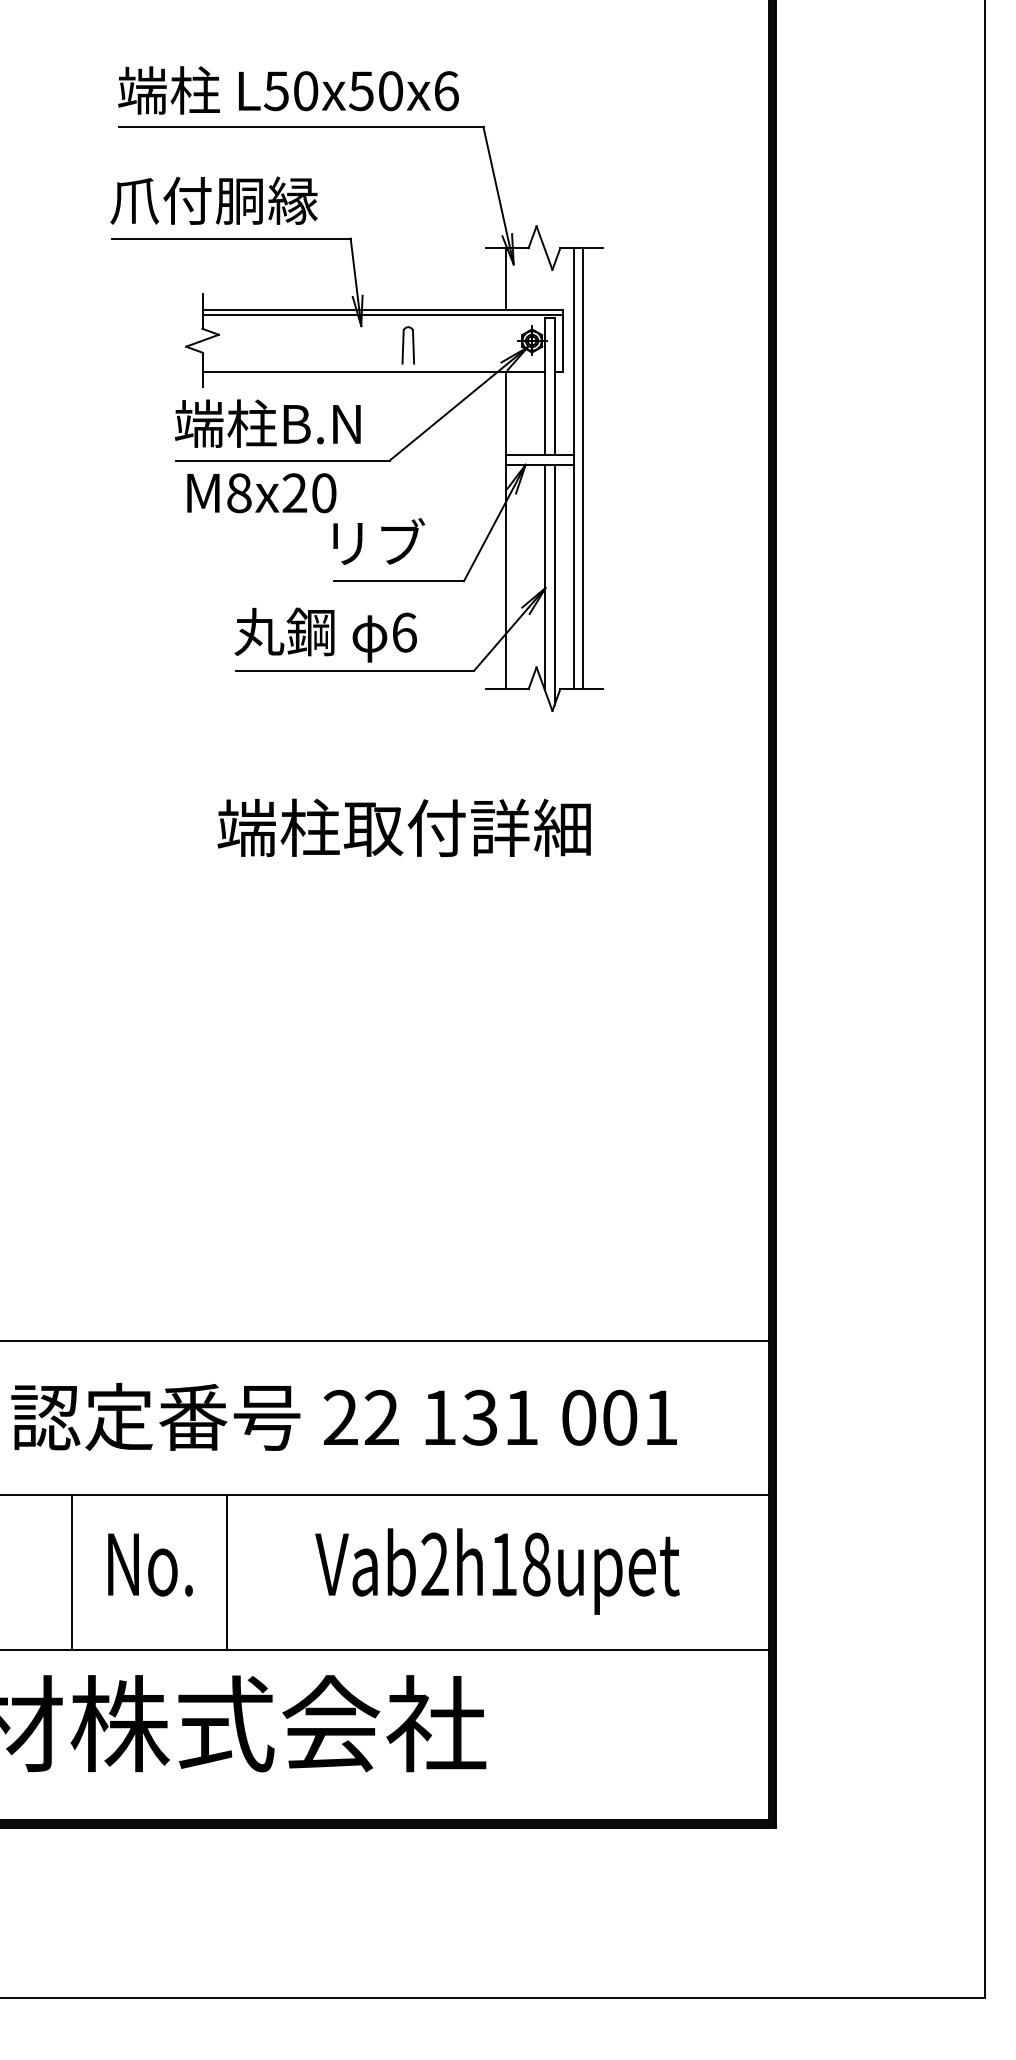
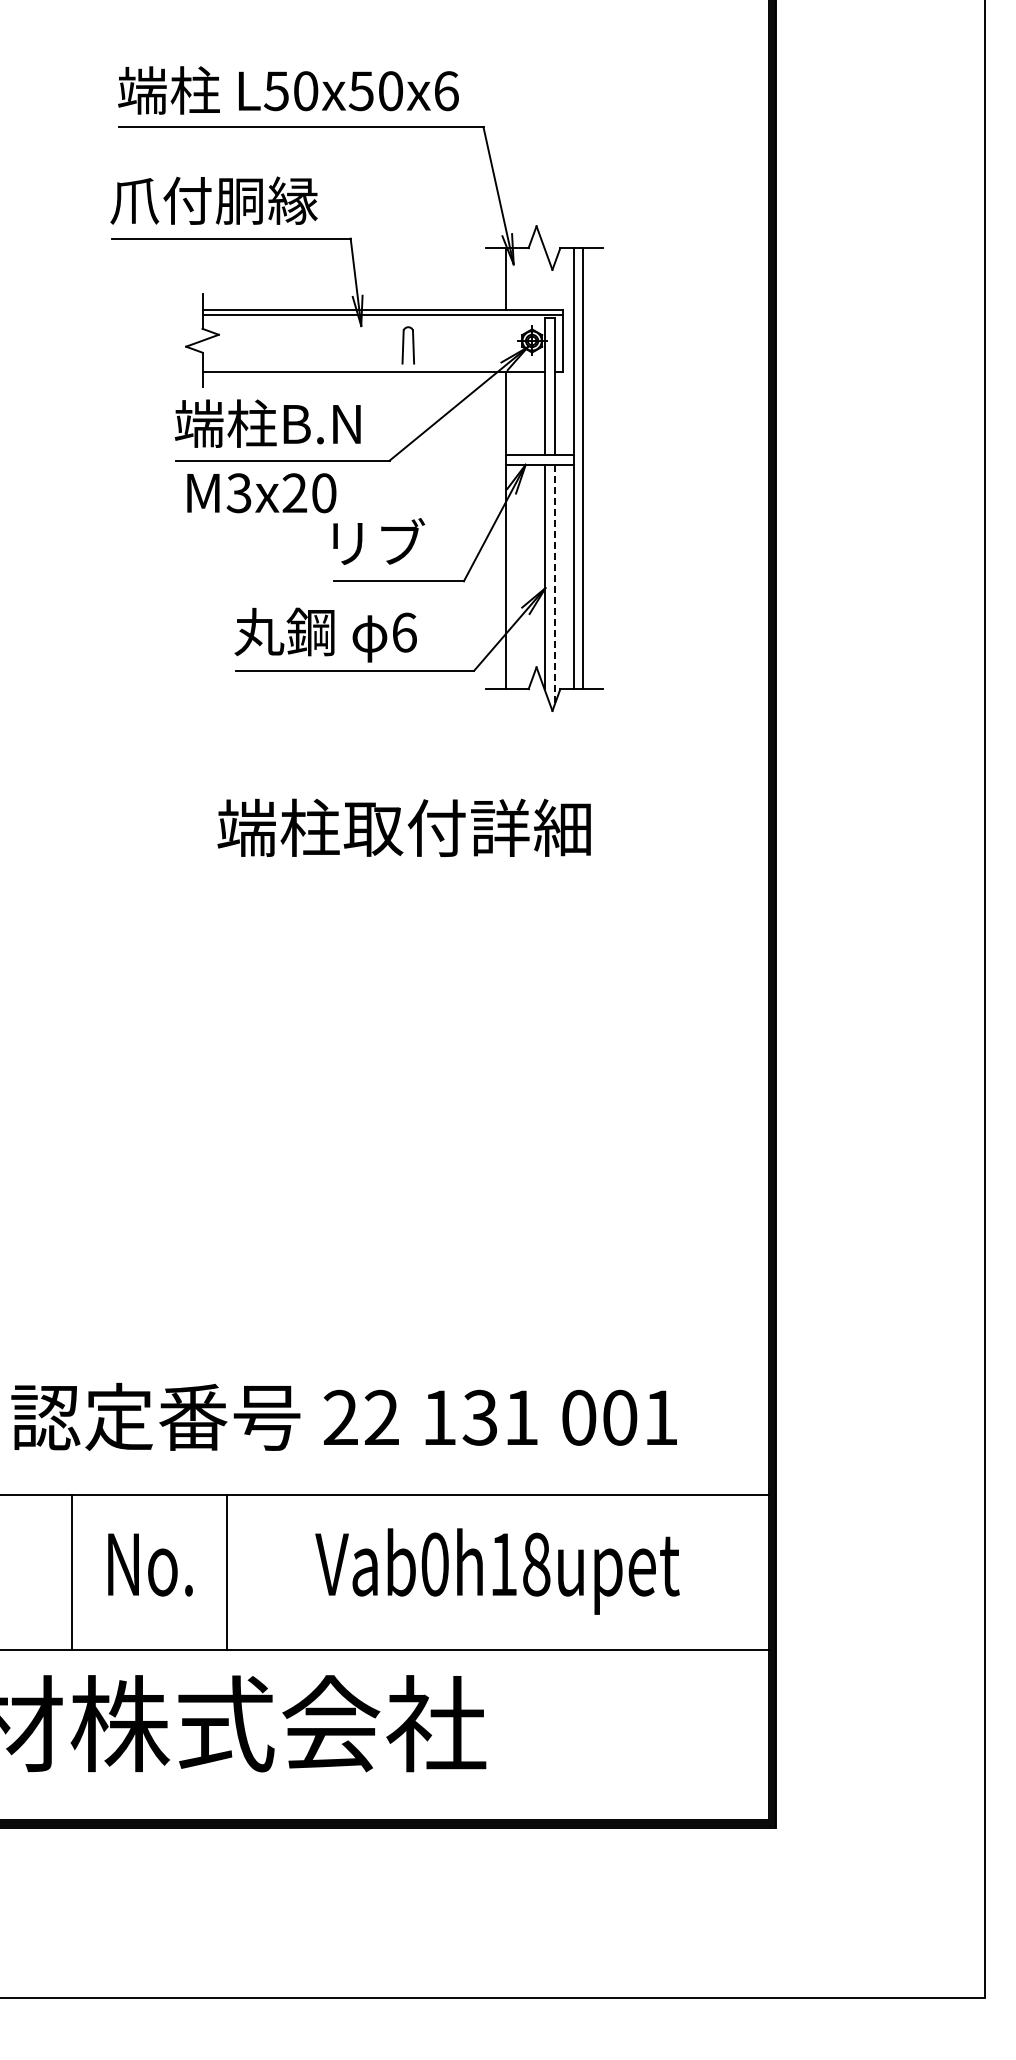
text at (238, 493): M8x20 -> M3x20
line at (554, 584): solid -> dashed
line at (385, 1340): present -> none
text at (434, 1564): Vab2h18upet -> Vab0h18upet
